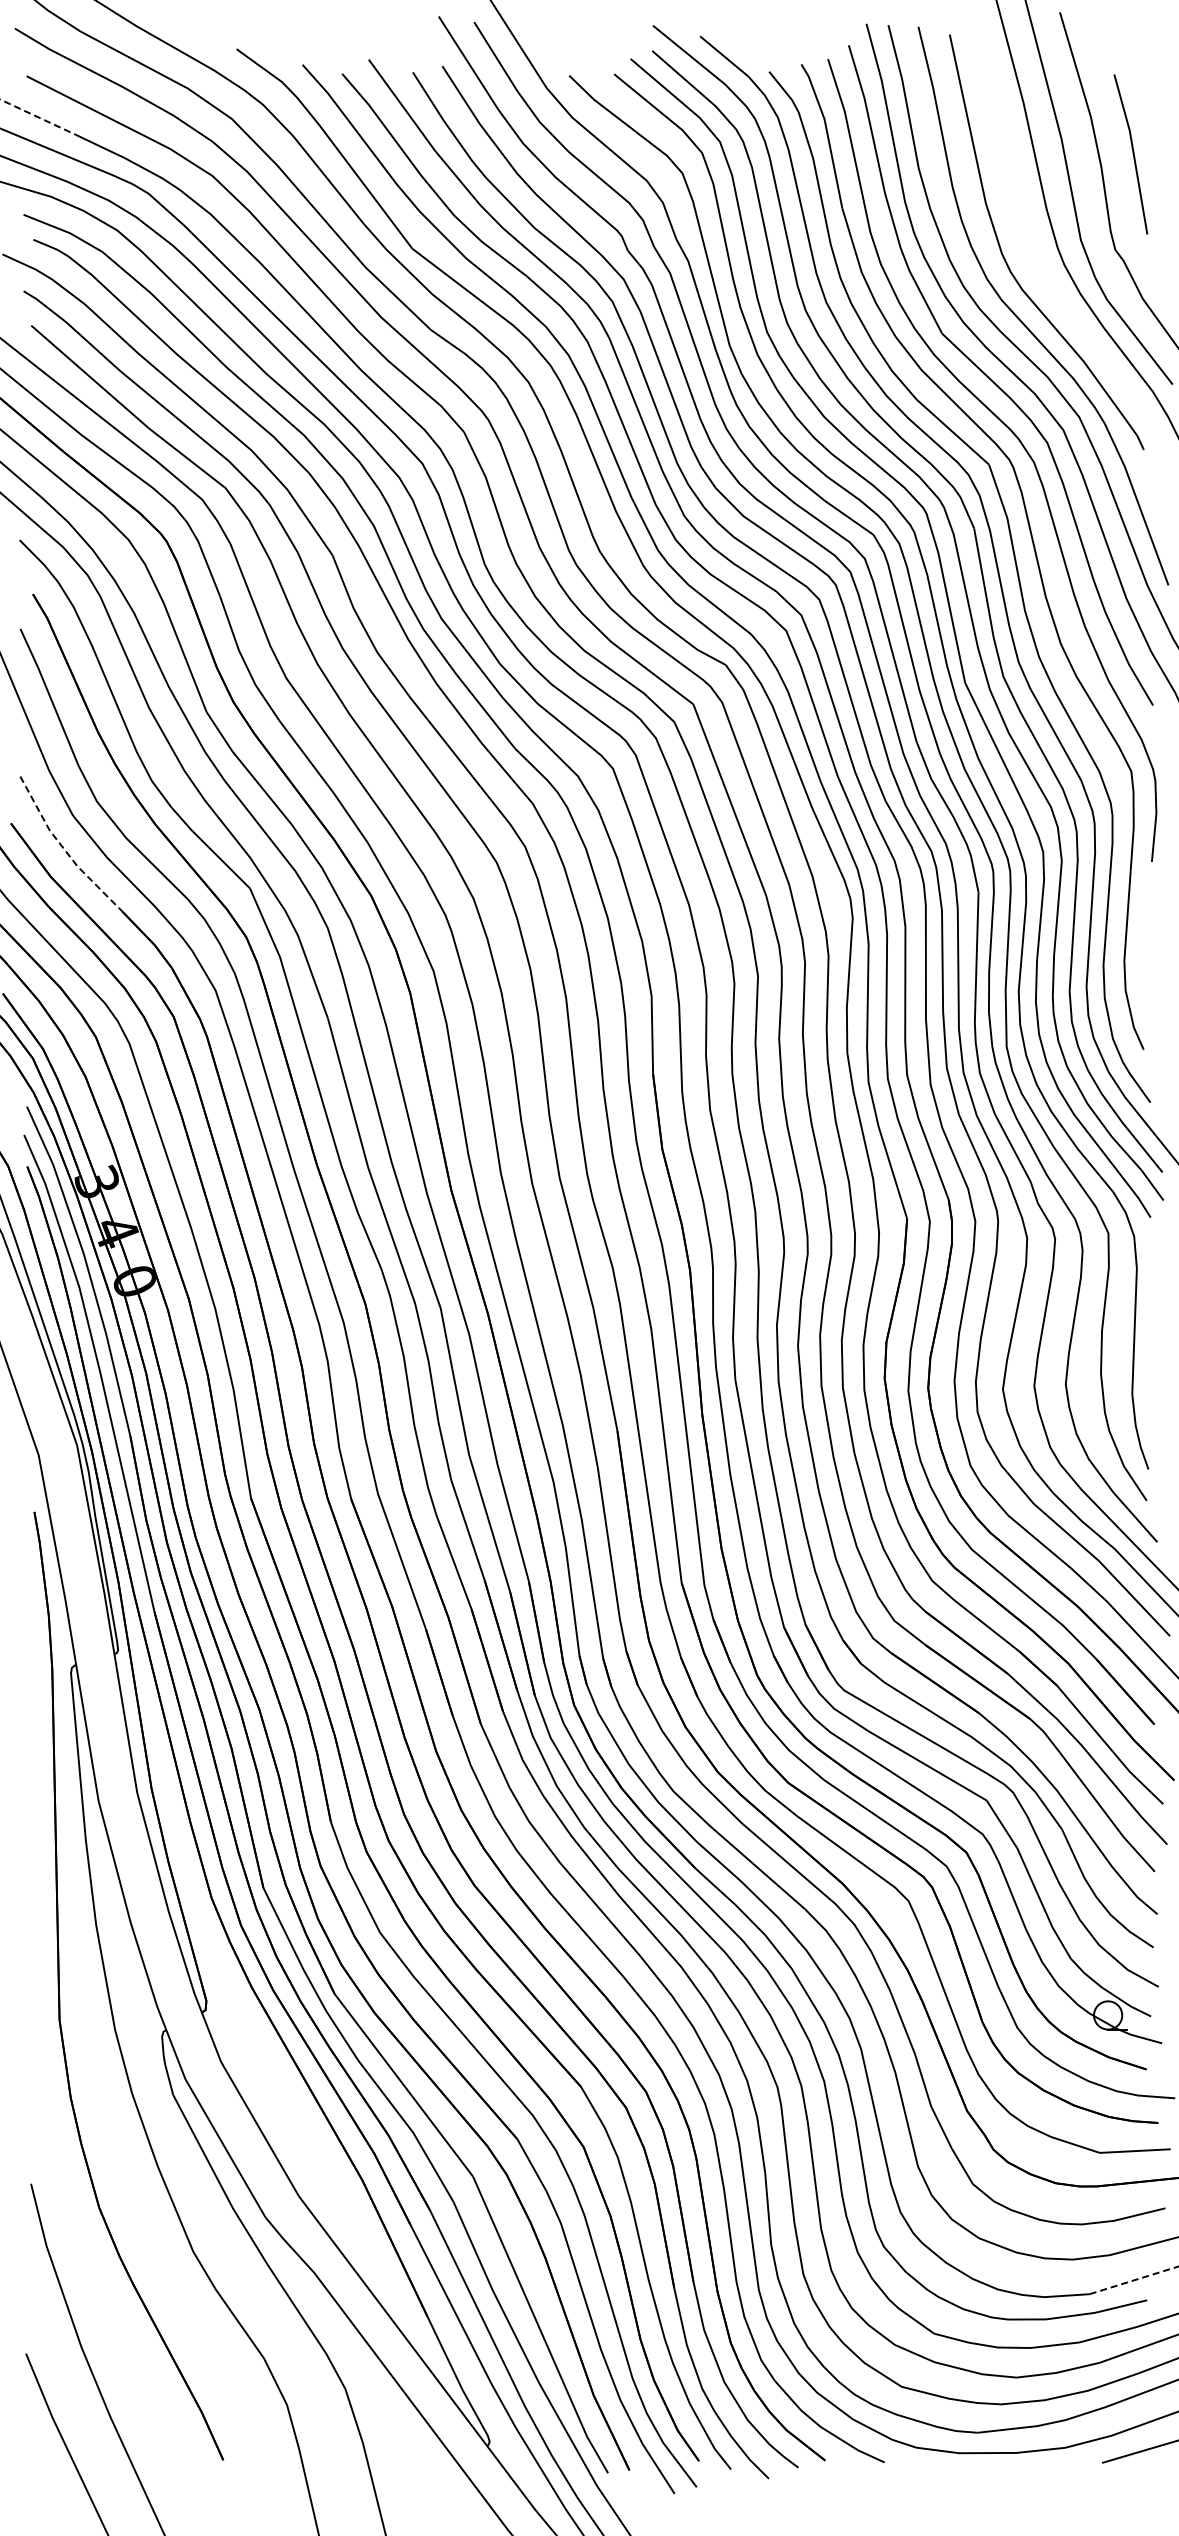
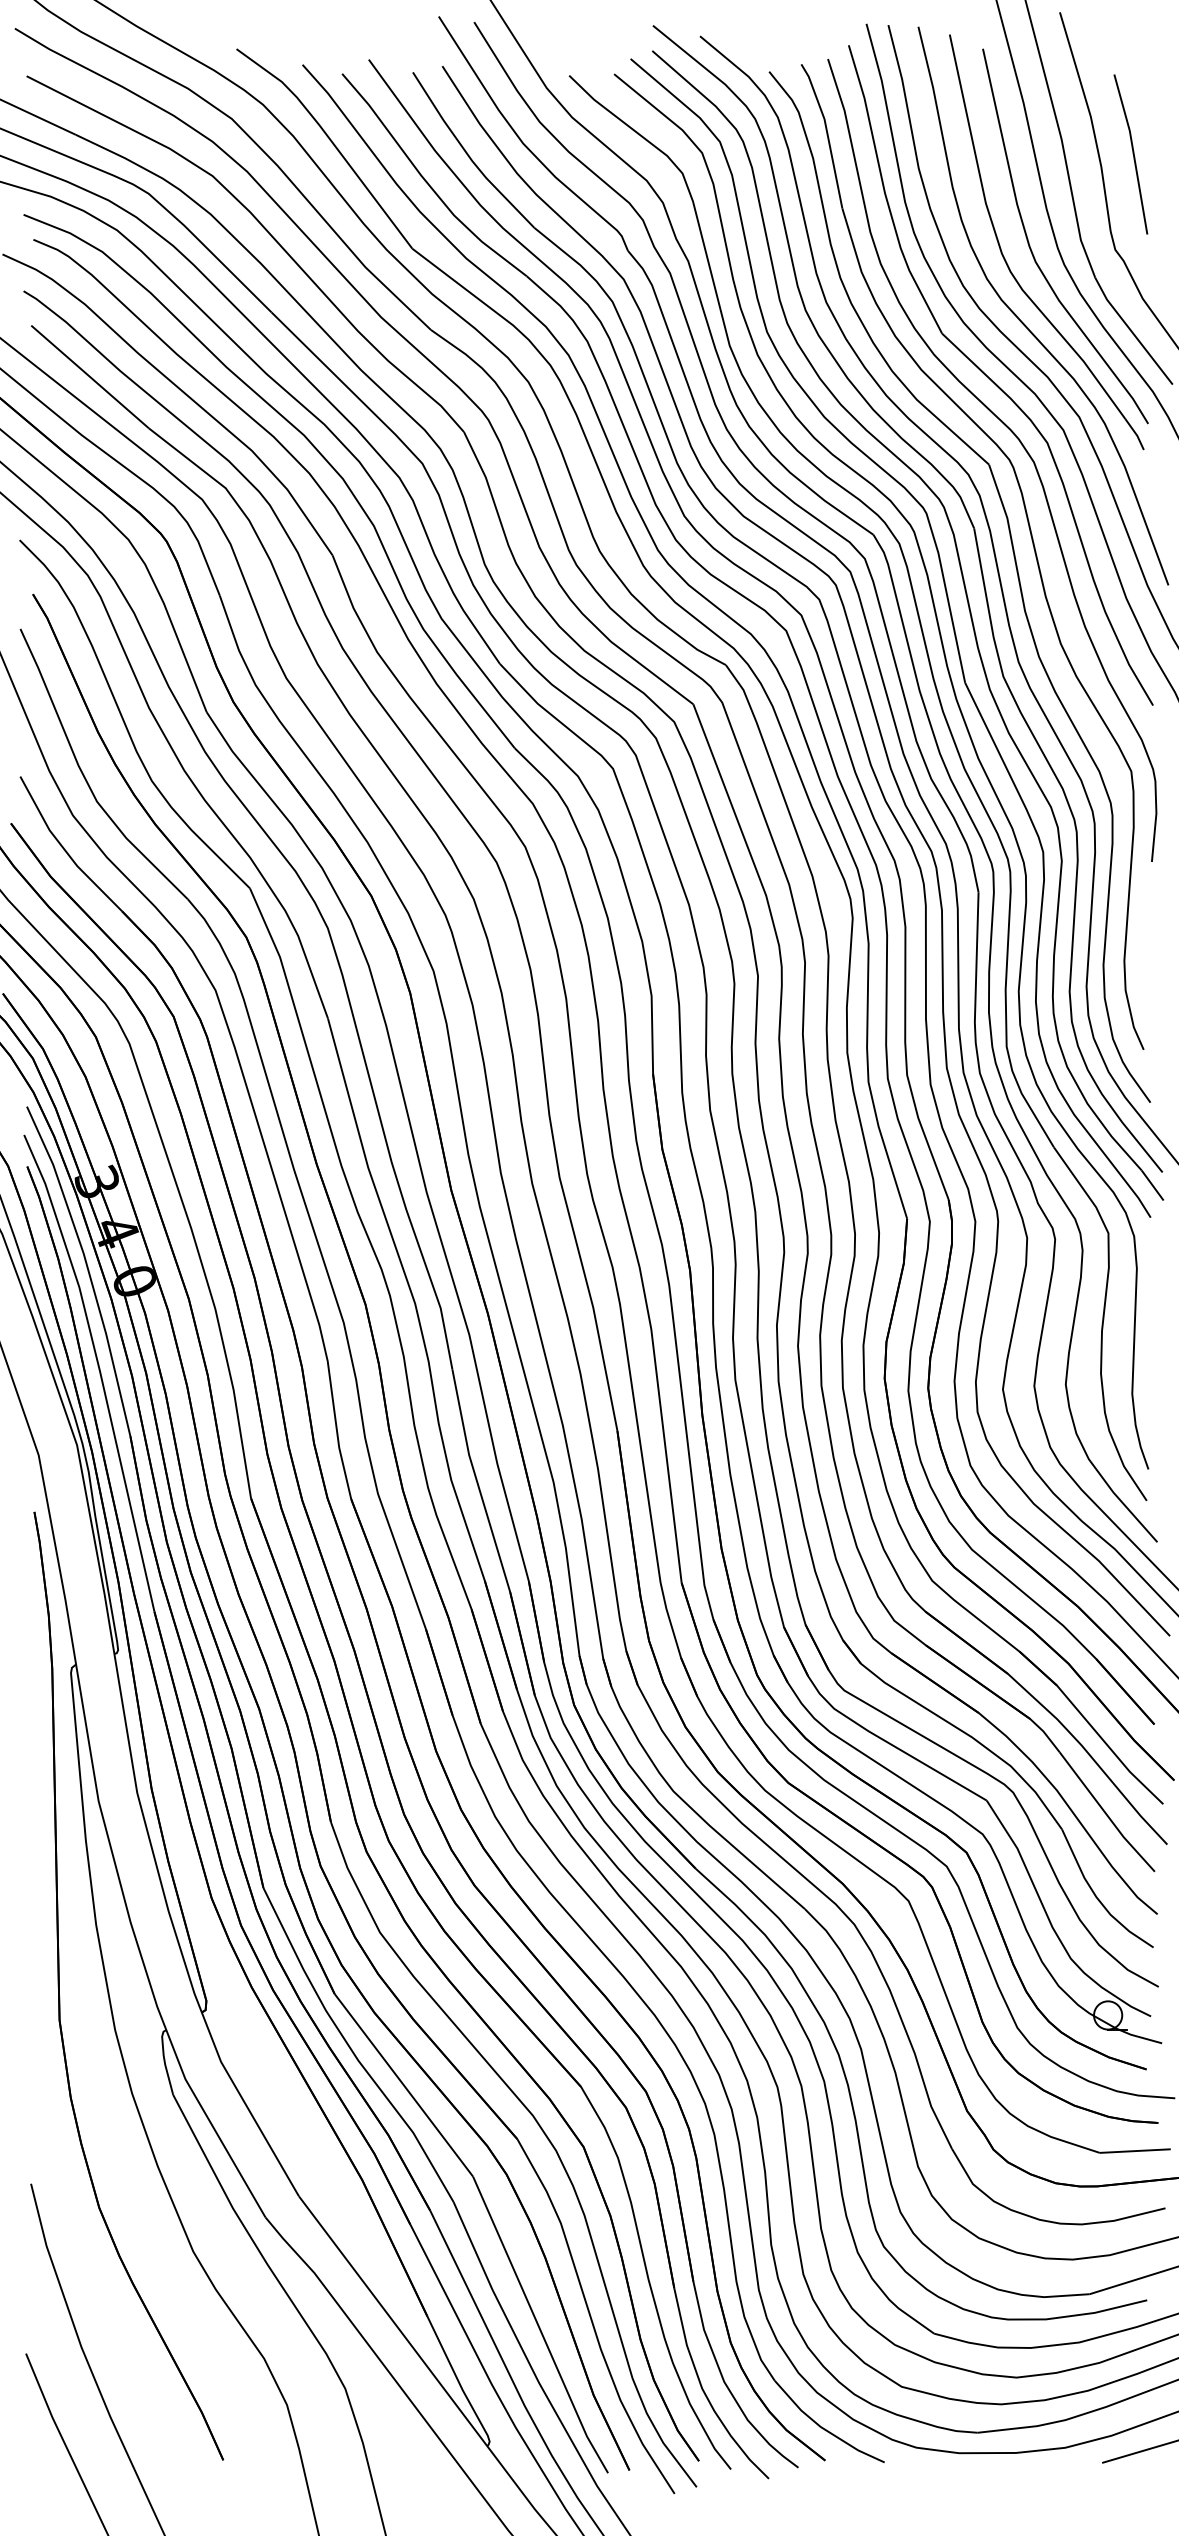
line at (38, 117): dashed -> solid
curve at (1032, 250): none -> present
line at (64, 849): dashed -> solid
line at (1134, 2280): dashed -> solid
